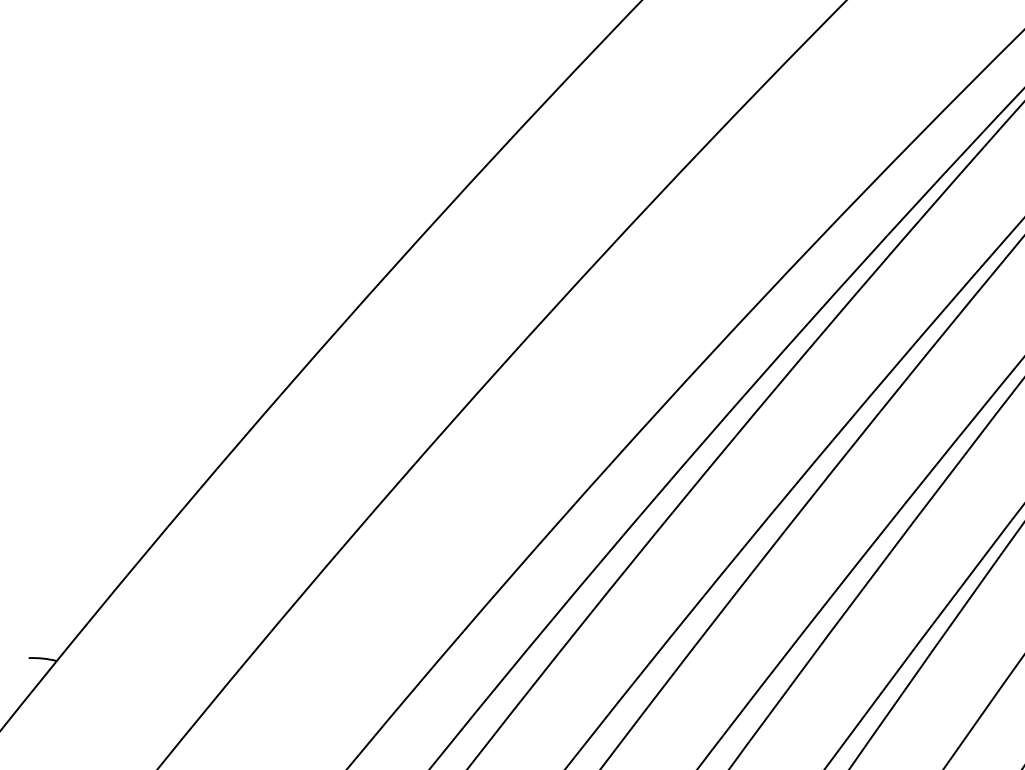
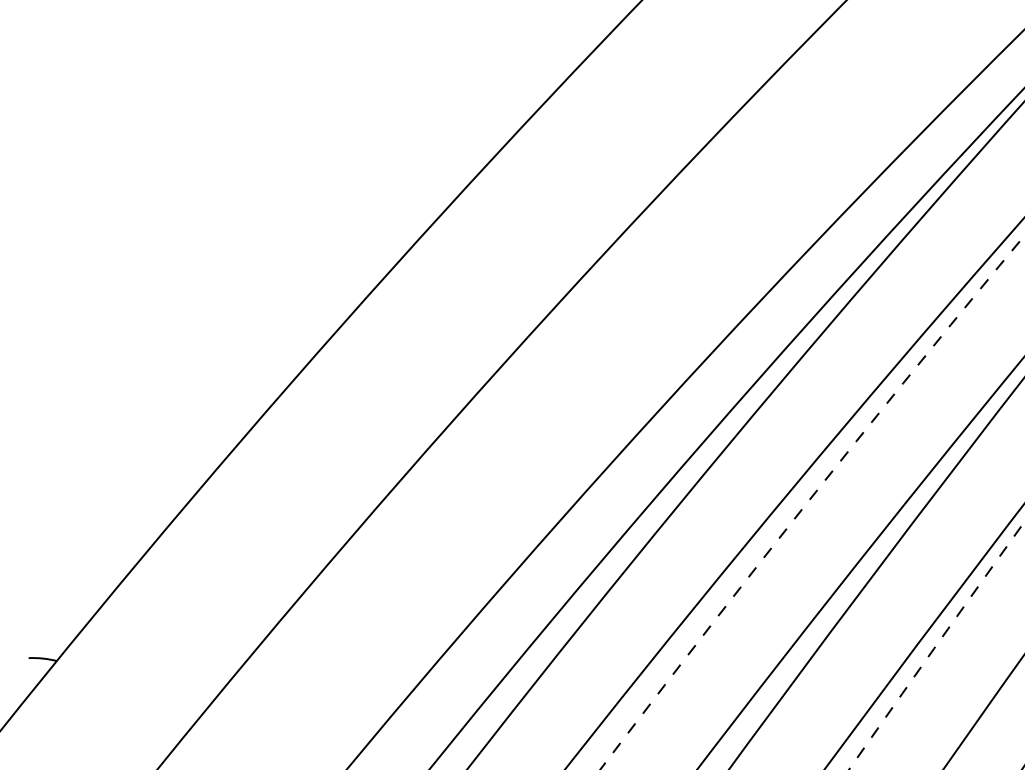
arc at (809, 500): solid -> dashed
arc at (936, 645): solid -> dashed
